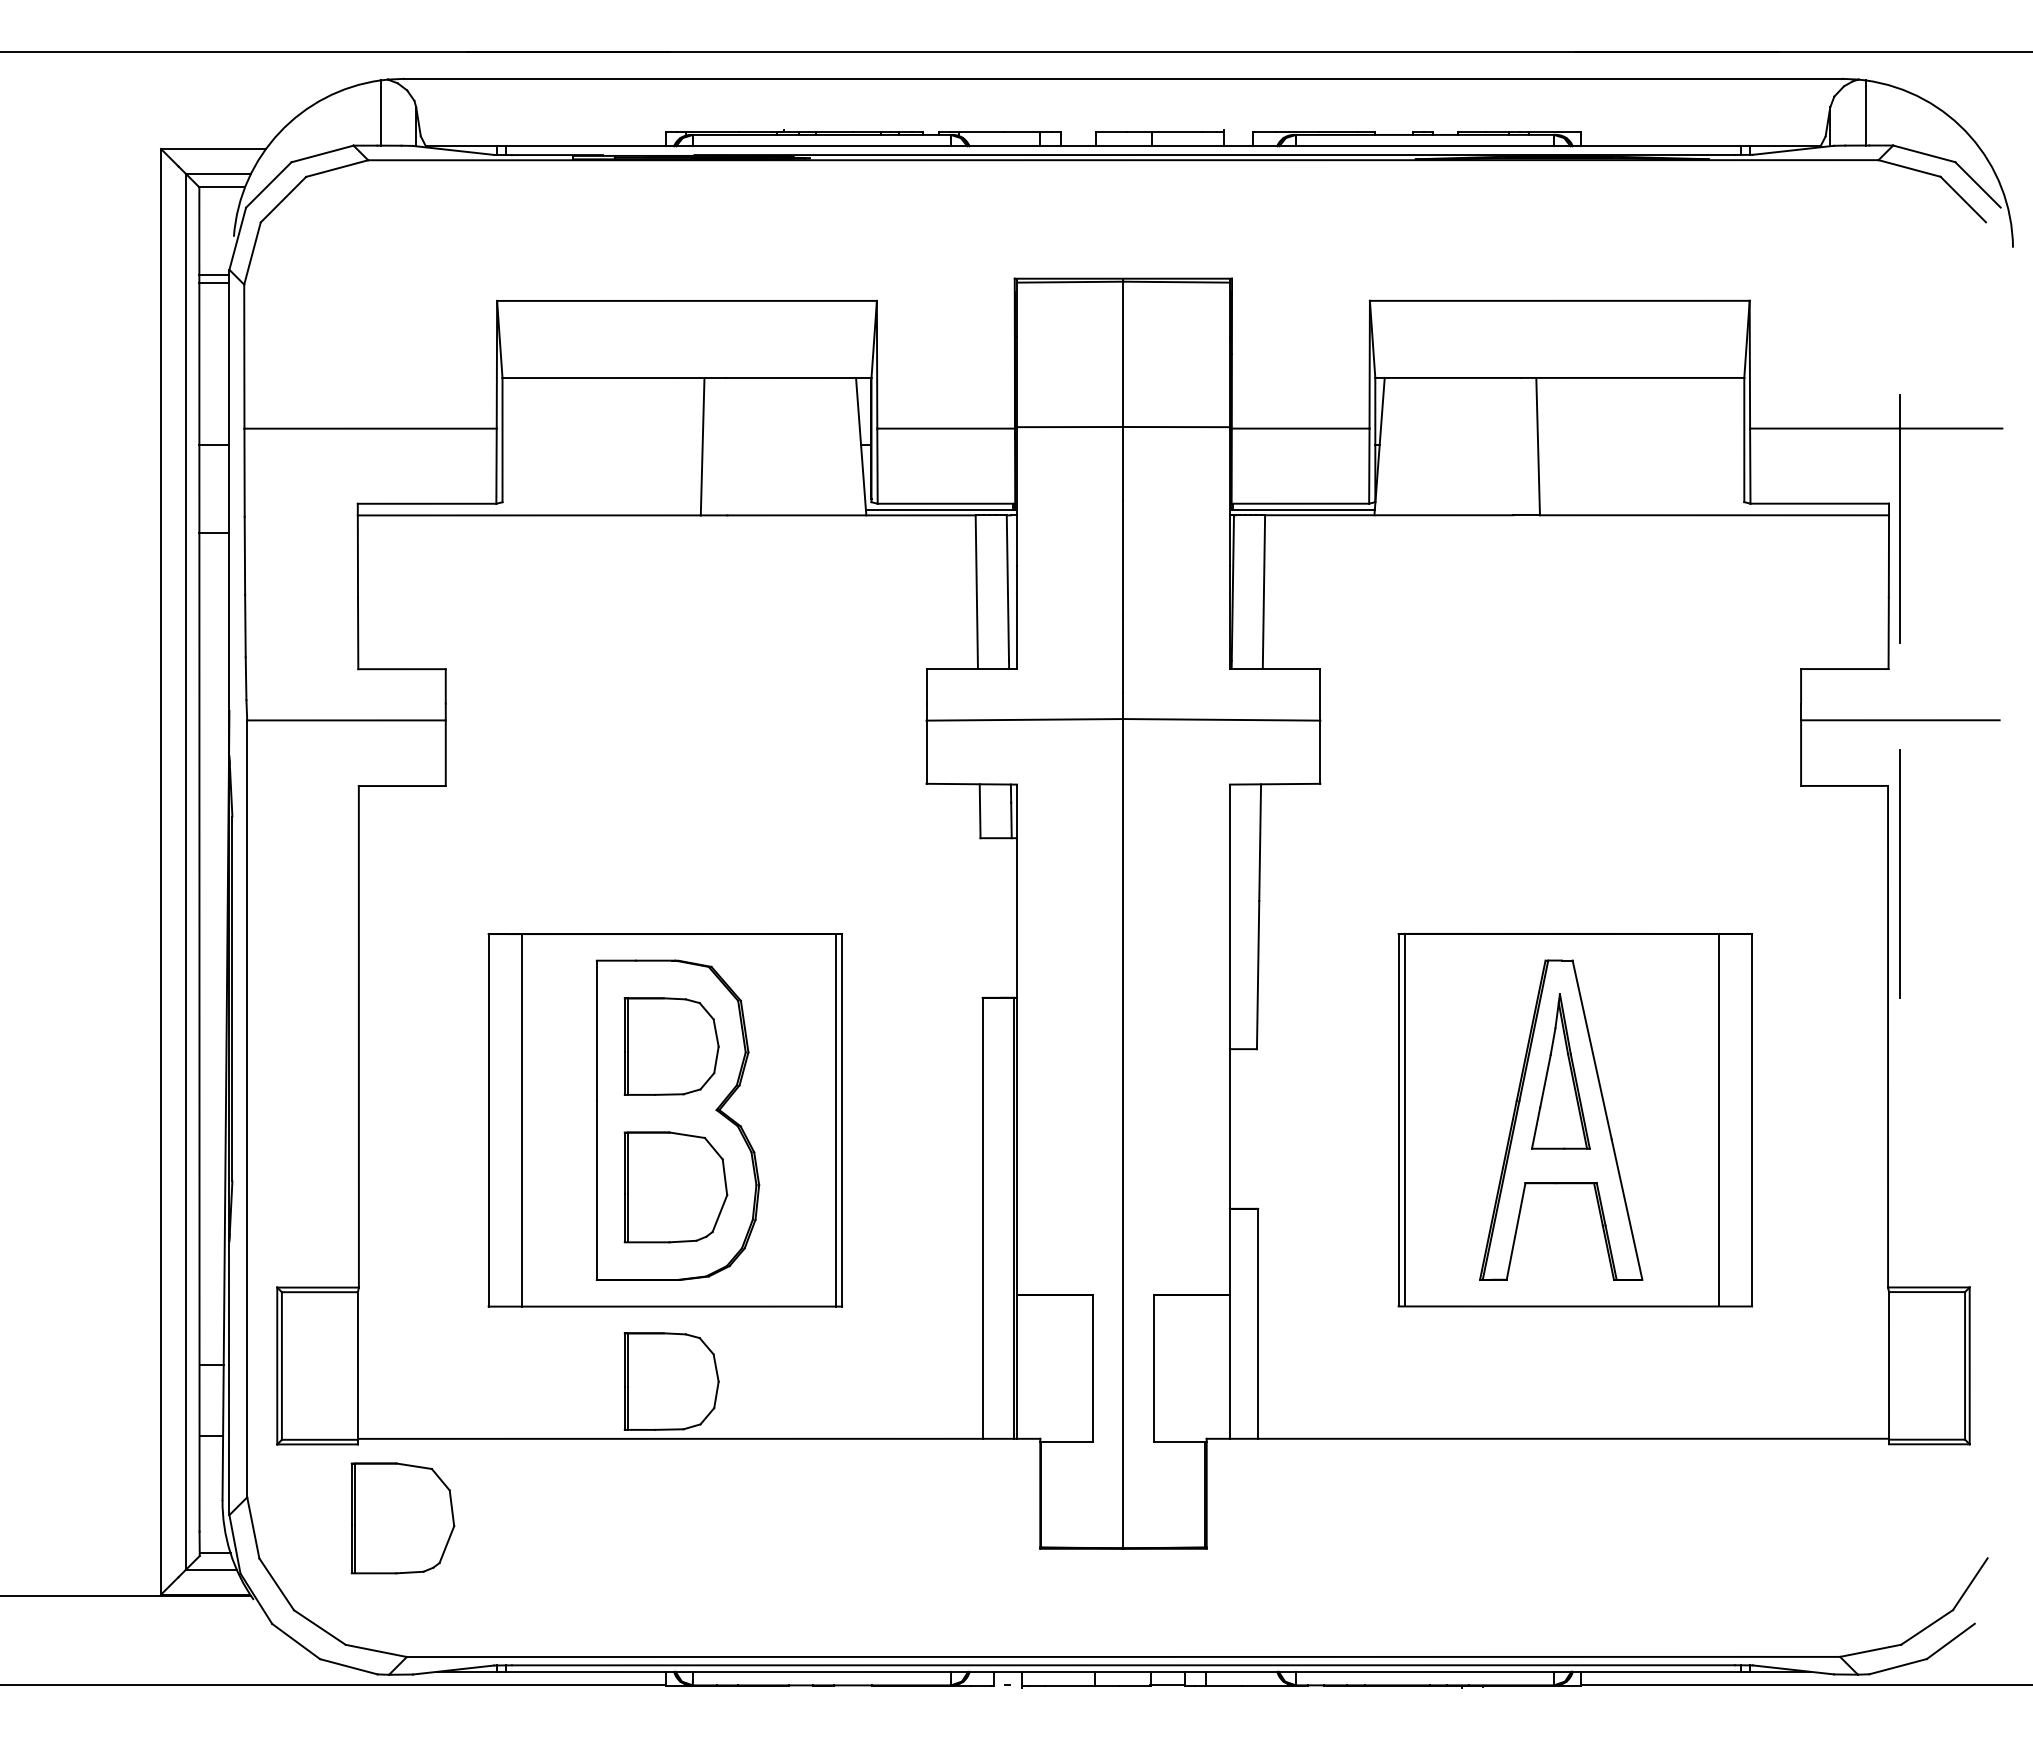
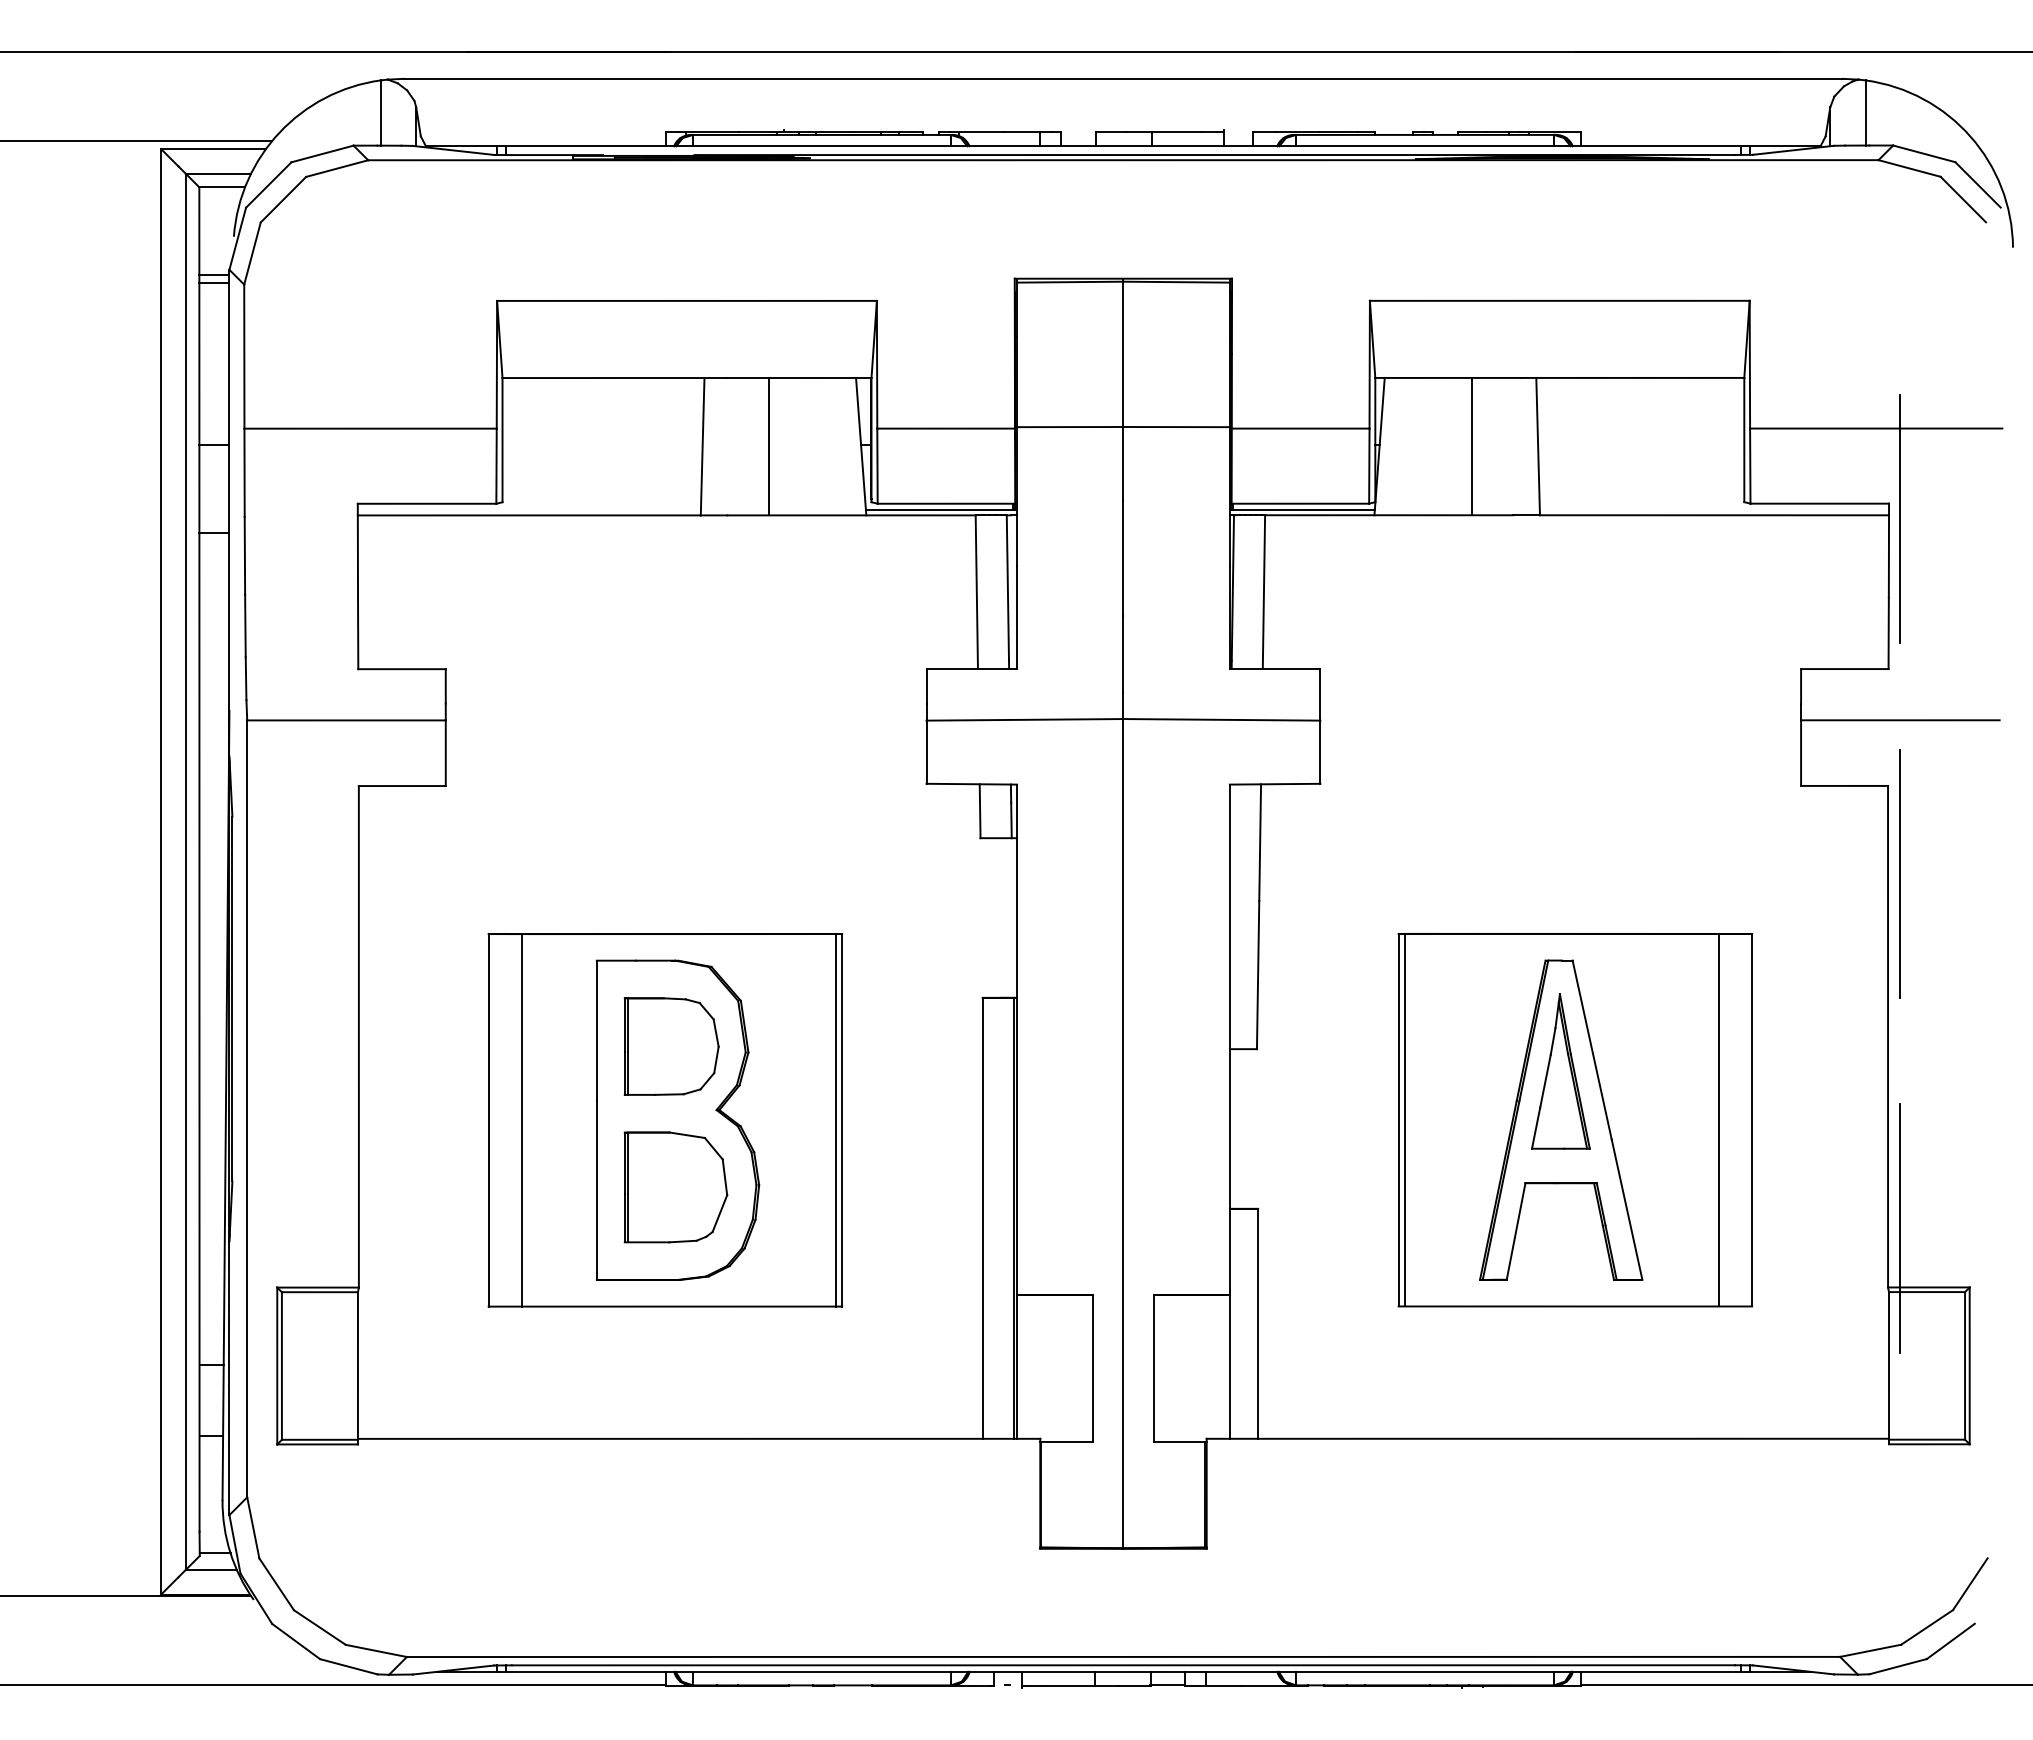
line at (136, 141): none -> present
line at (768, 446): none -> present
line at (1472, 446): none -> present
line at (1899, 1228): none -> present
part at (671, 1381): present -> none
part at (402, 1518): present -> none
